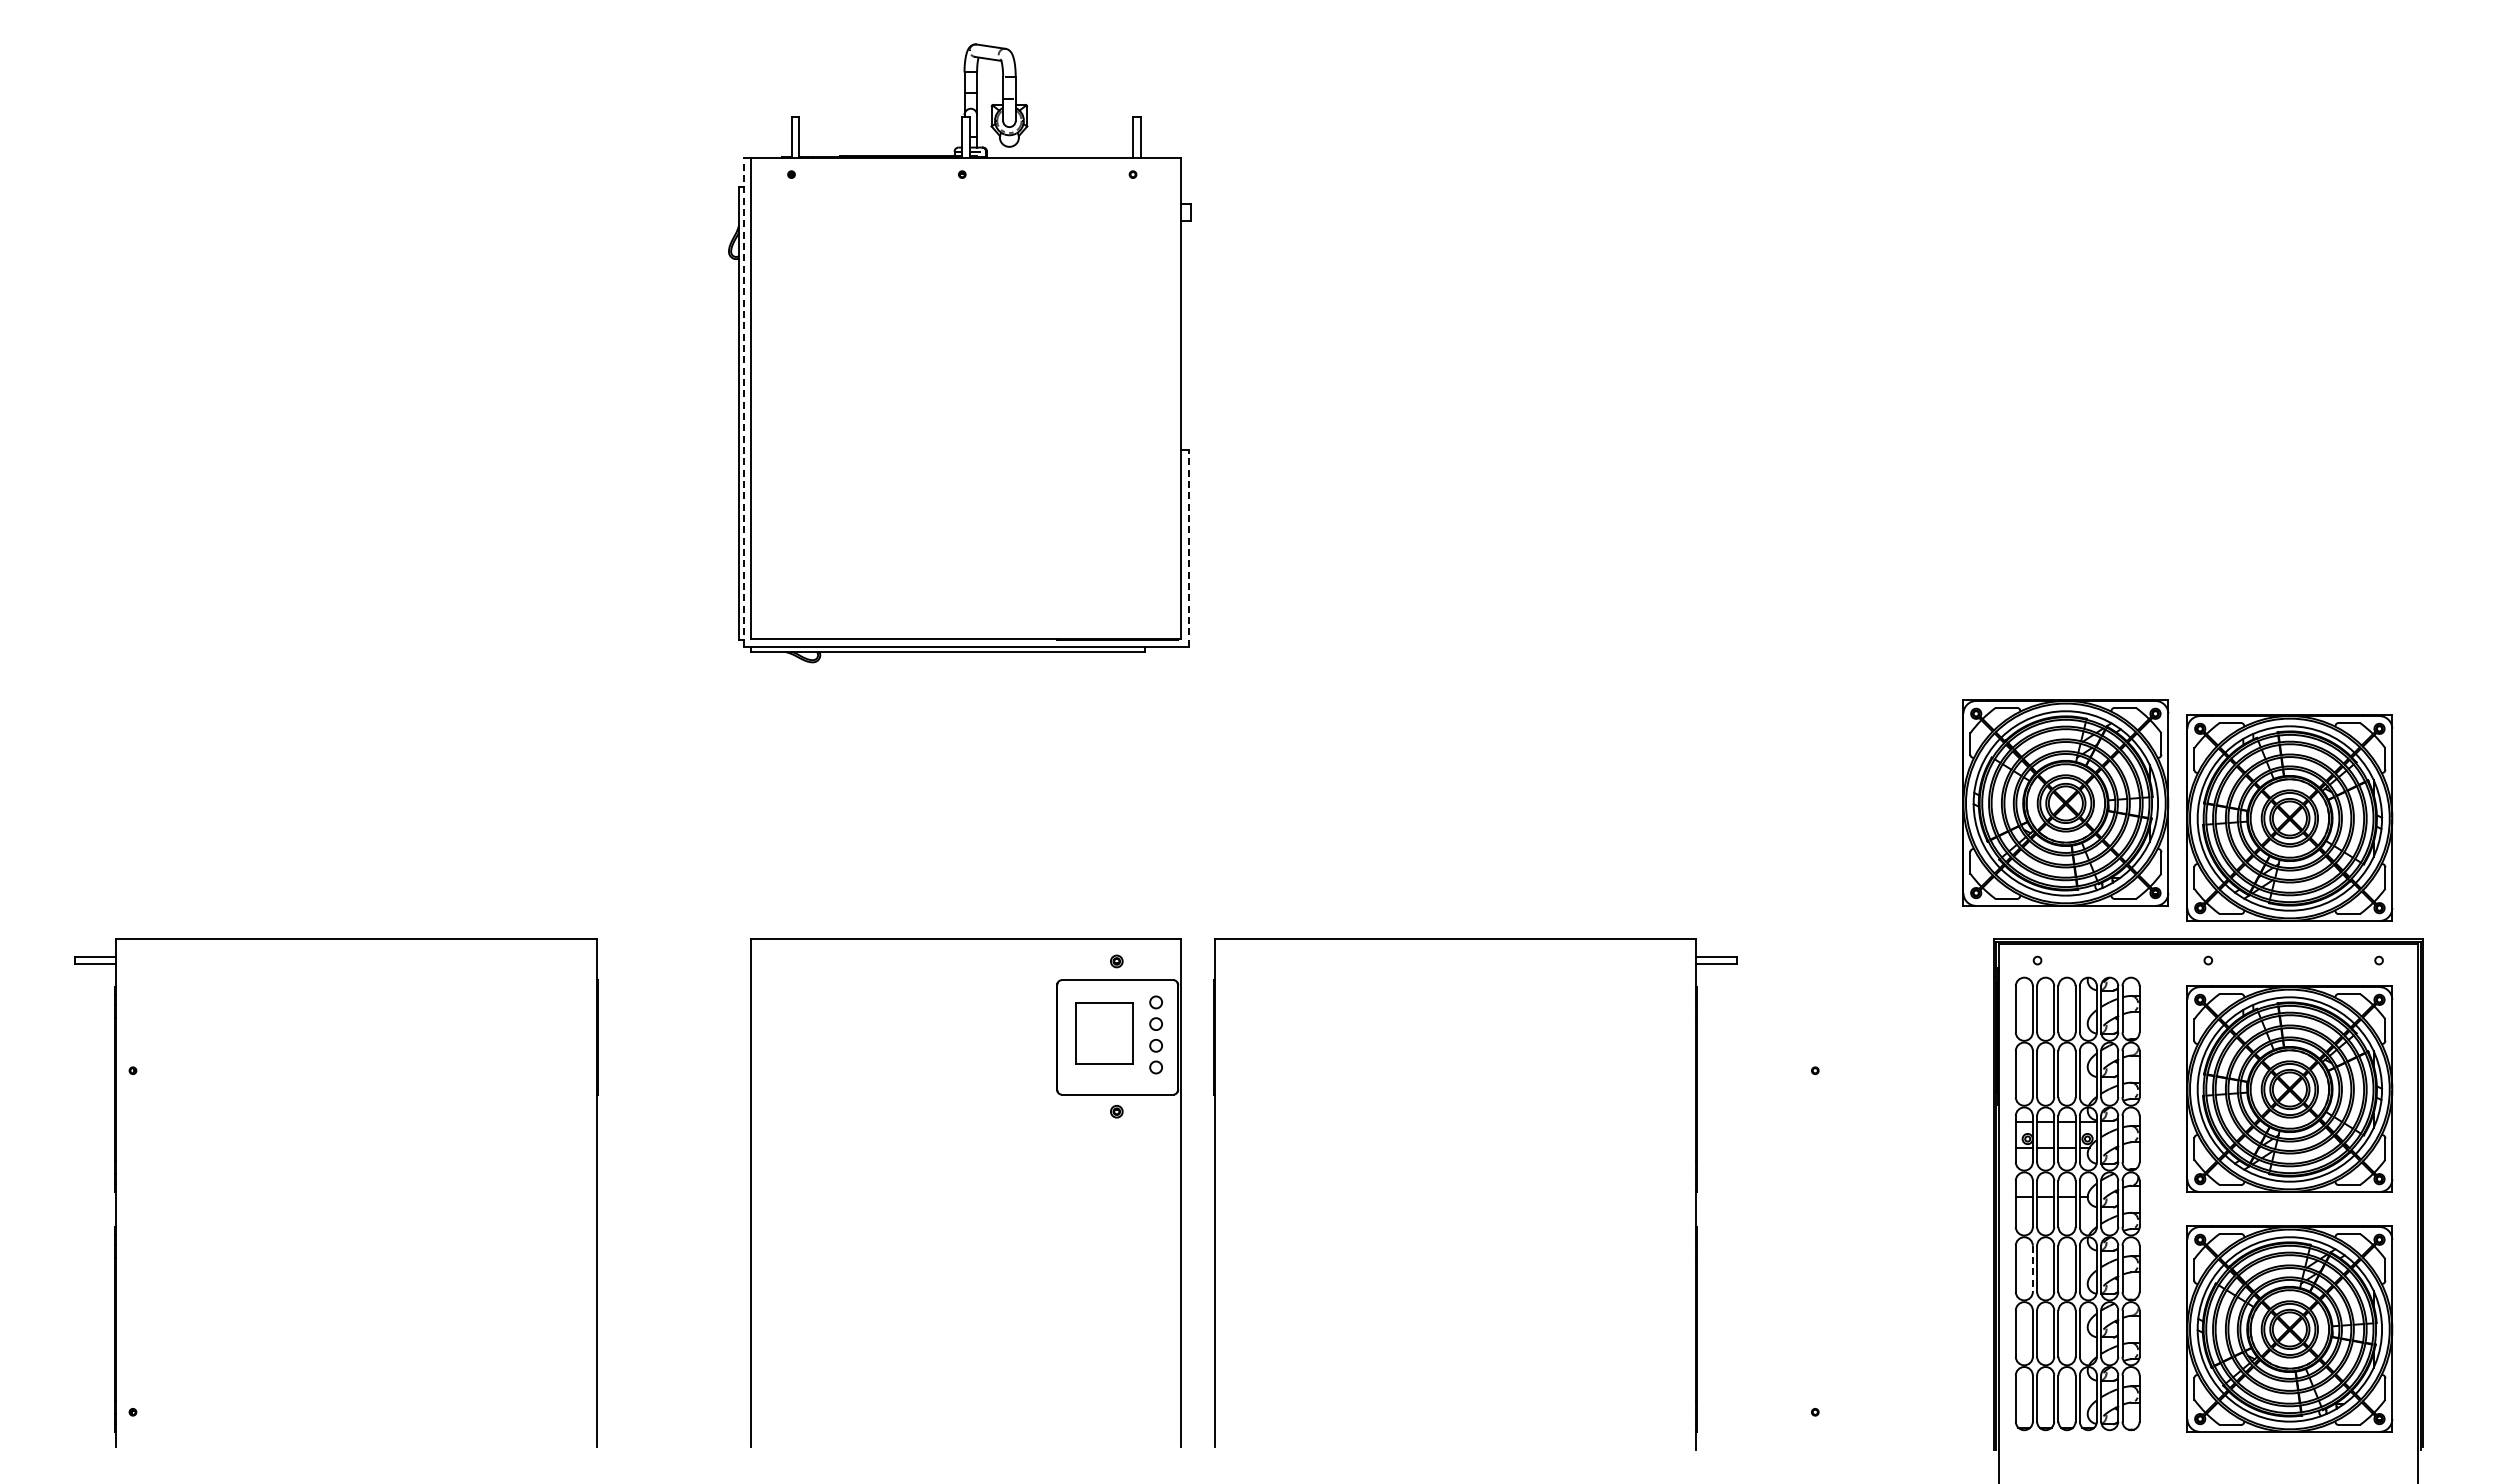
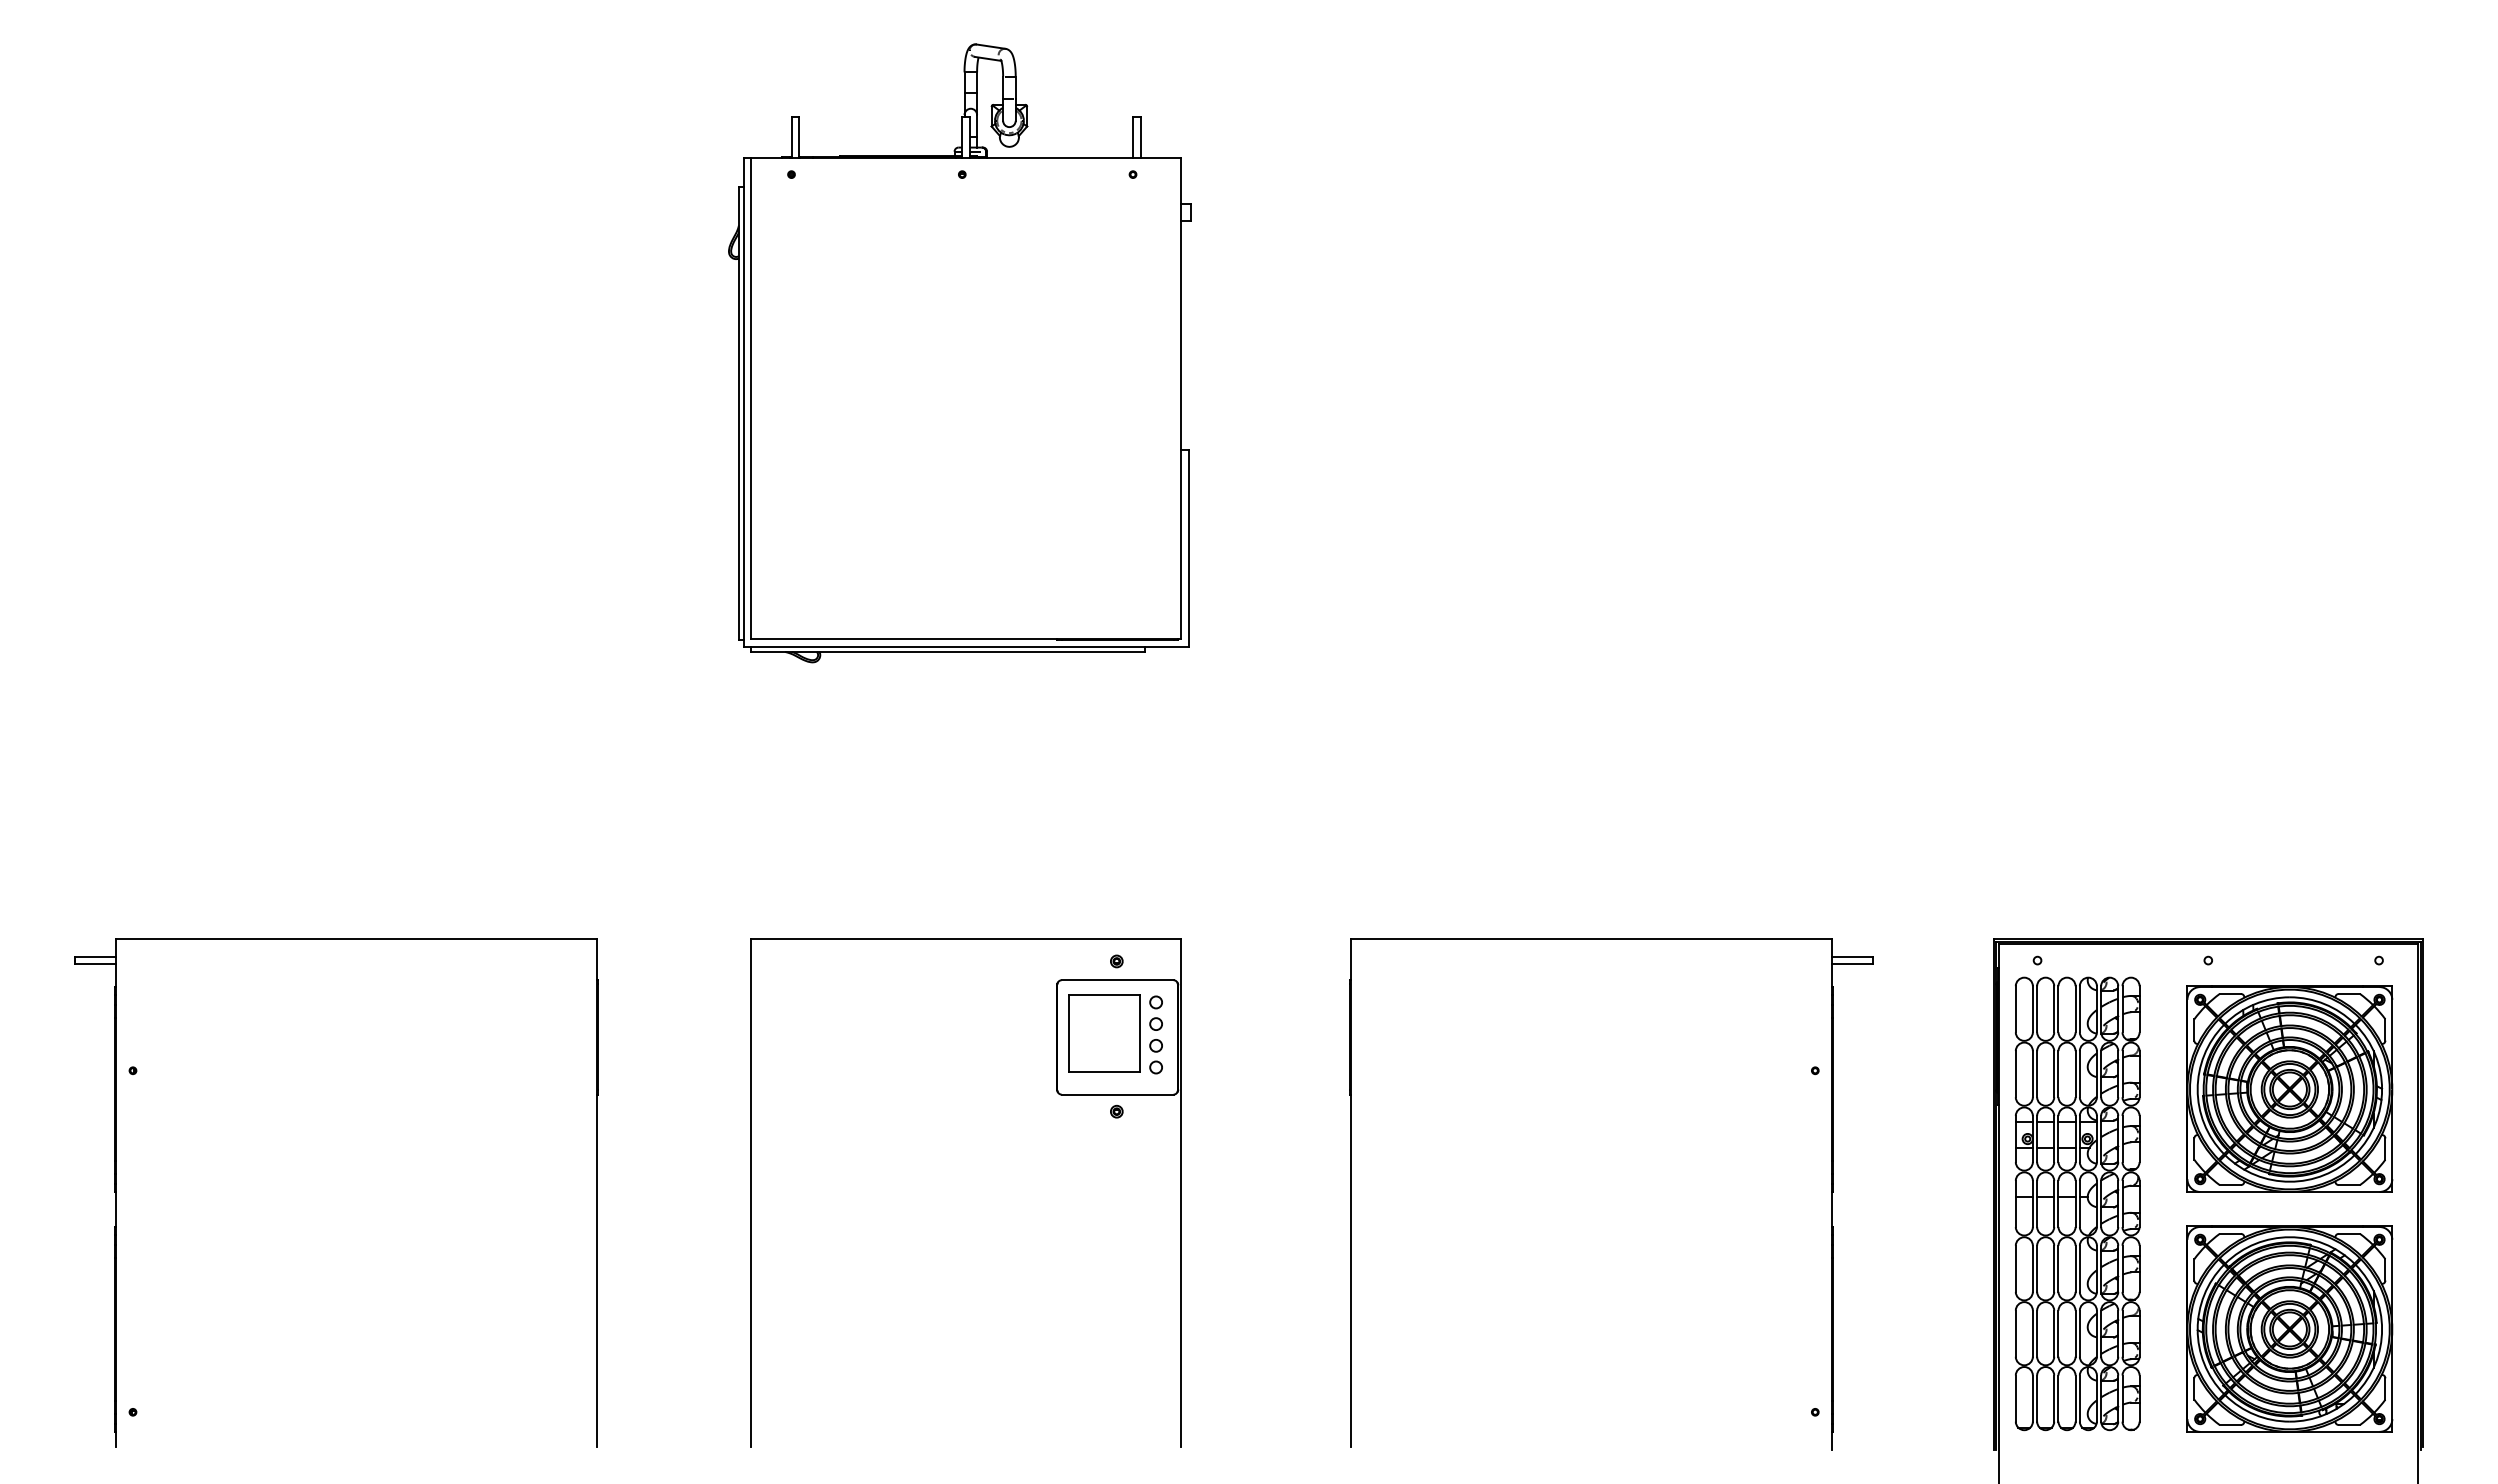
line at (743, 402): dashed -> solid
line at (1188, 548): dashed -> solid
part at (2065, 802): present -> none
part at (2289, 817): present -> none
part at (1104, 1033) size: 59x63 px -> 73x79 px
part at (1695, 1194) position: (1695, 1194) -> (1831, 1194)
line at (2032, 1269): dashed -> solid
